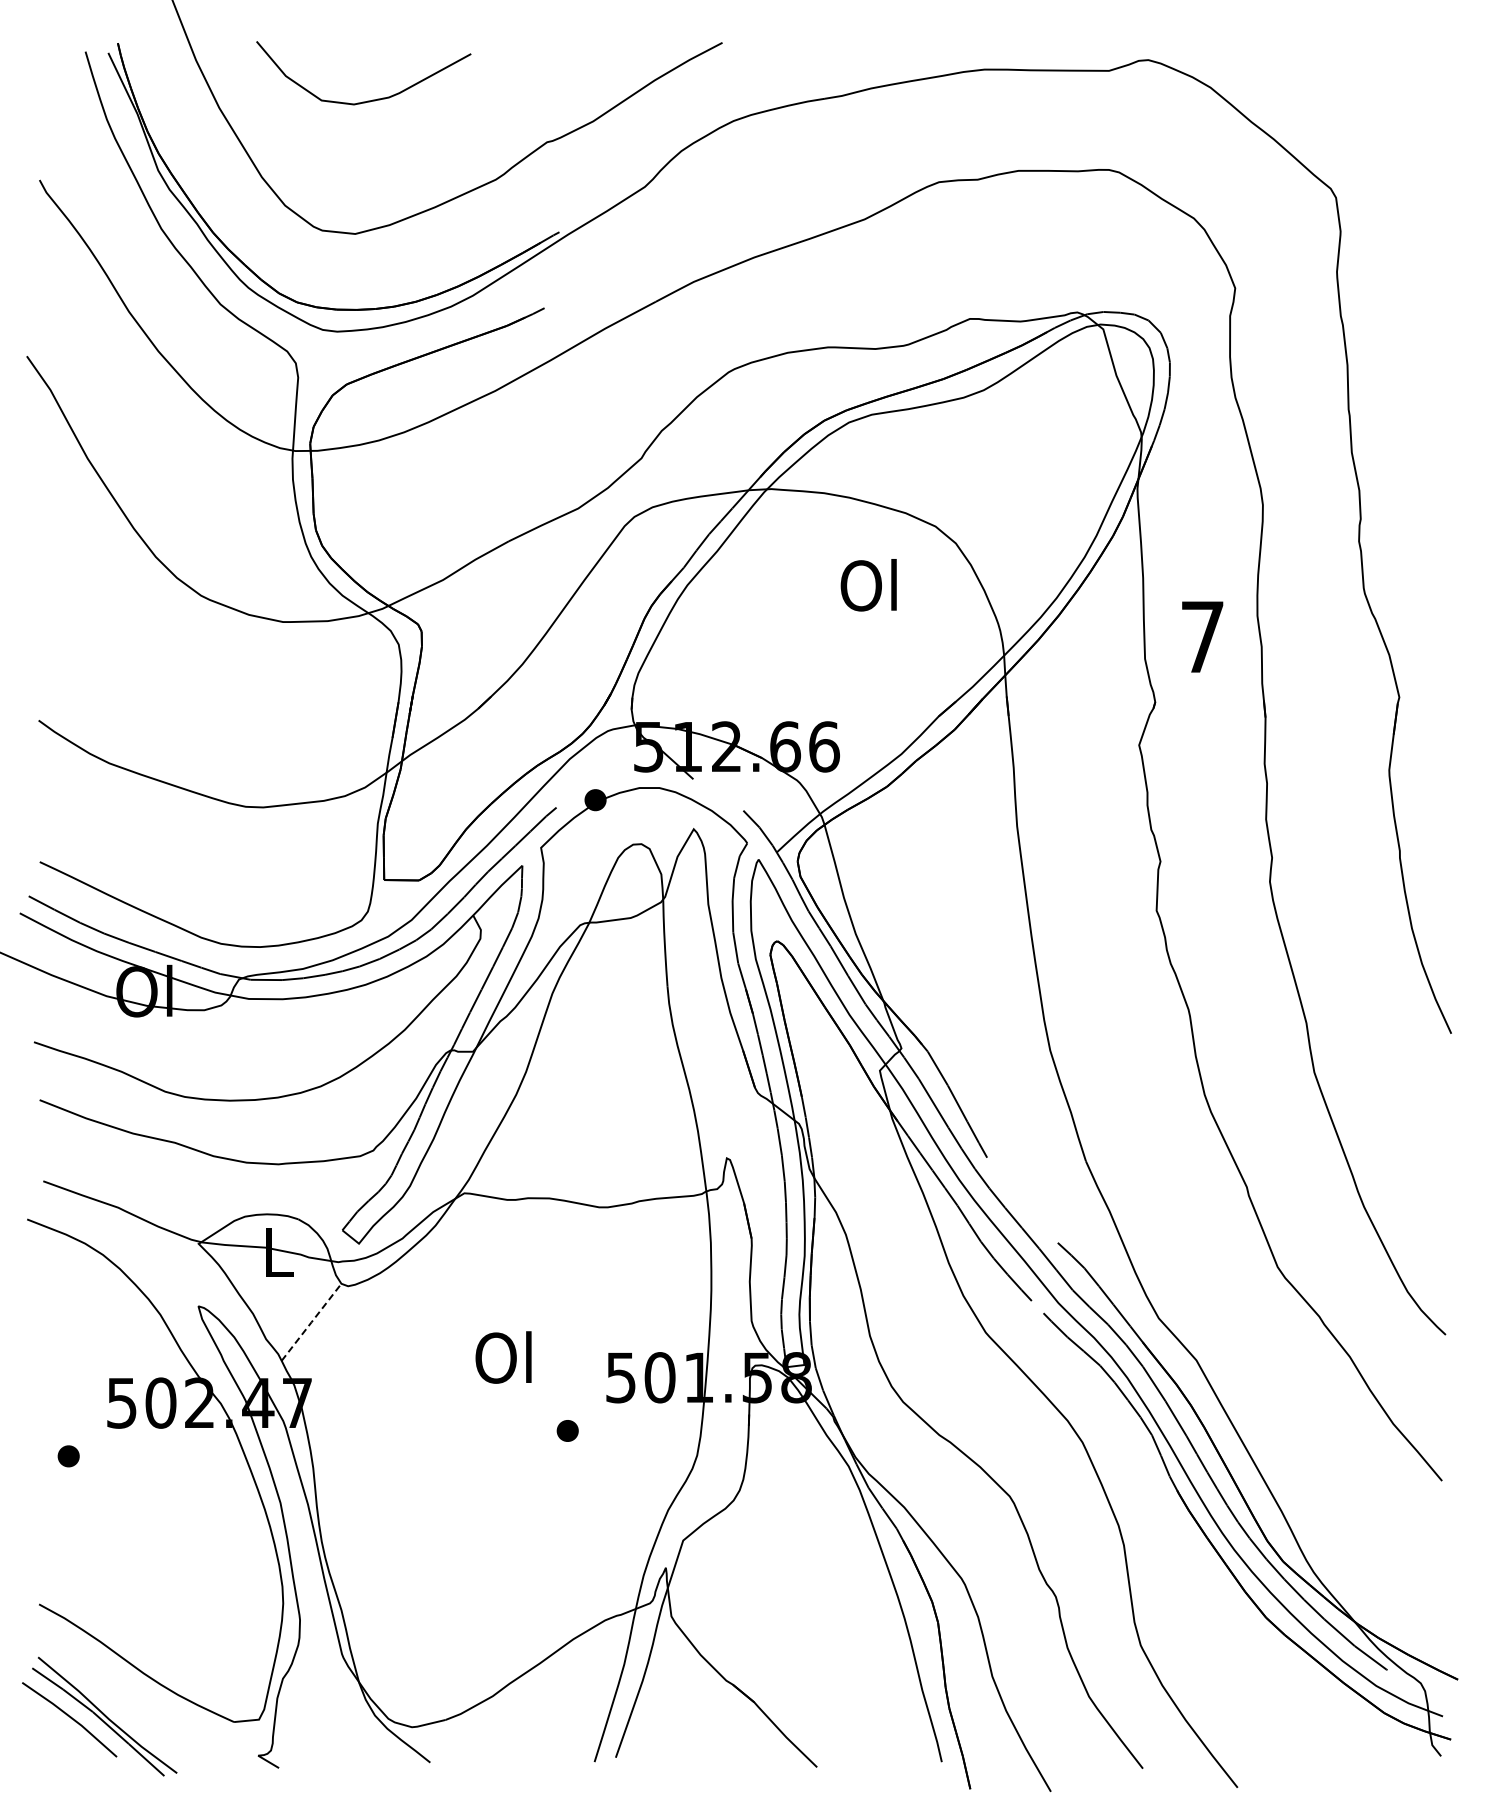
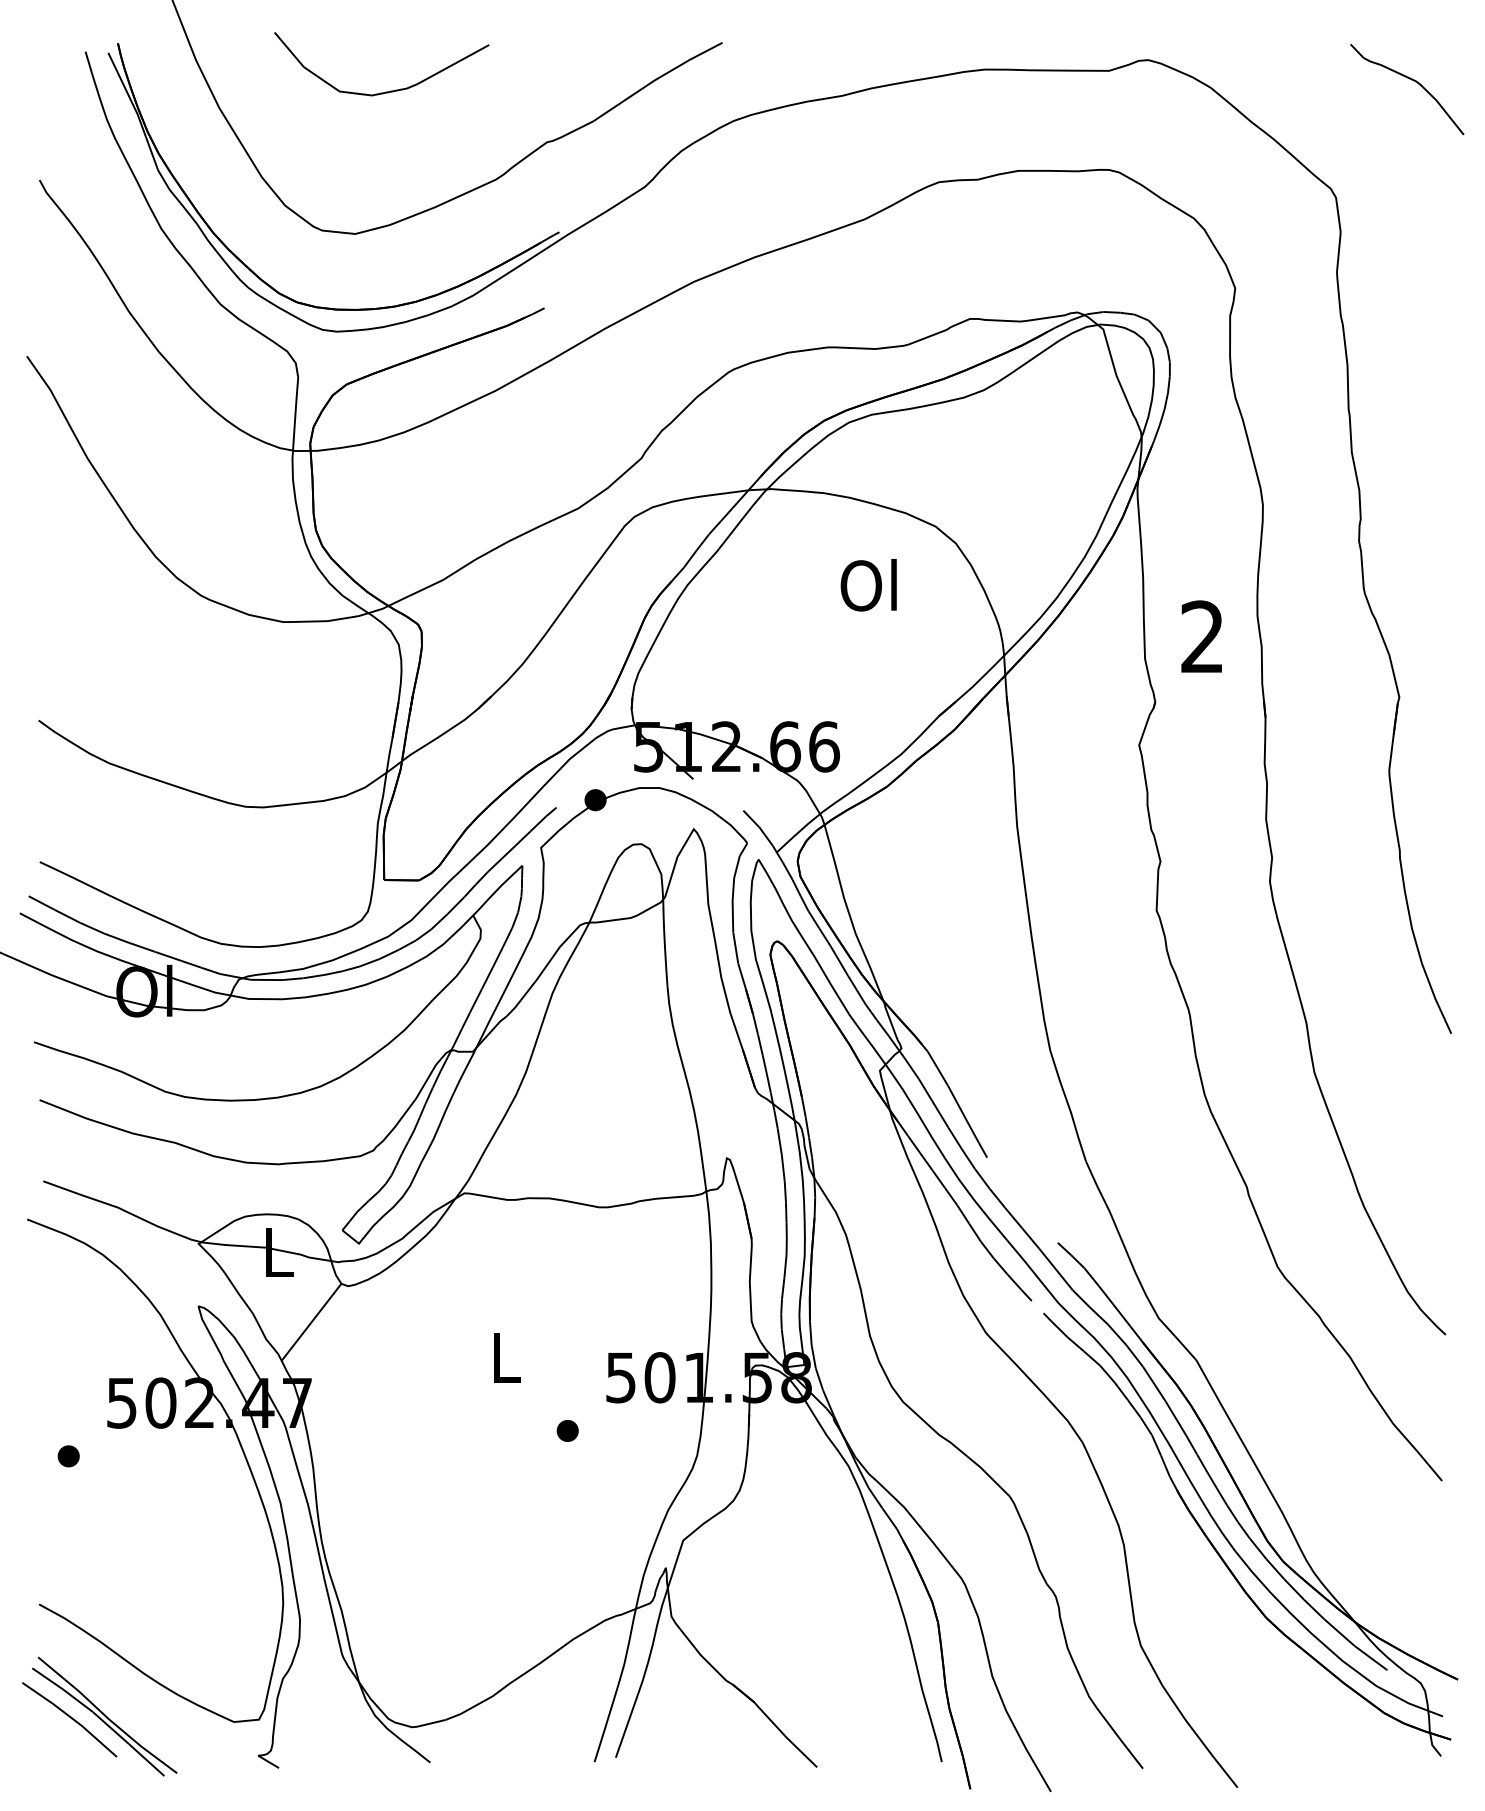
curve at (1411, 80): none -> present
curve at (367, 100) position: (367, 100) -> (385, 91)
text at (1202, 636): 7 -> 2
line at (311, 1322): dashed -> solid
text at (503, 1357): Ol -> L
